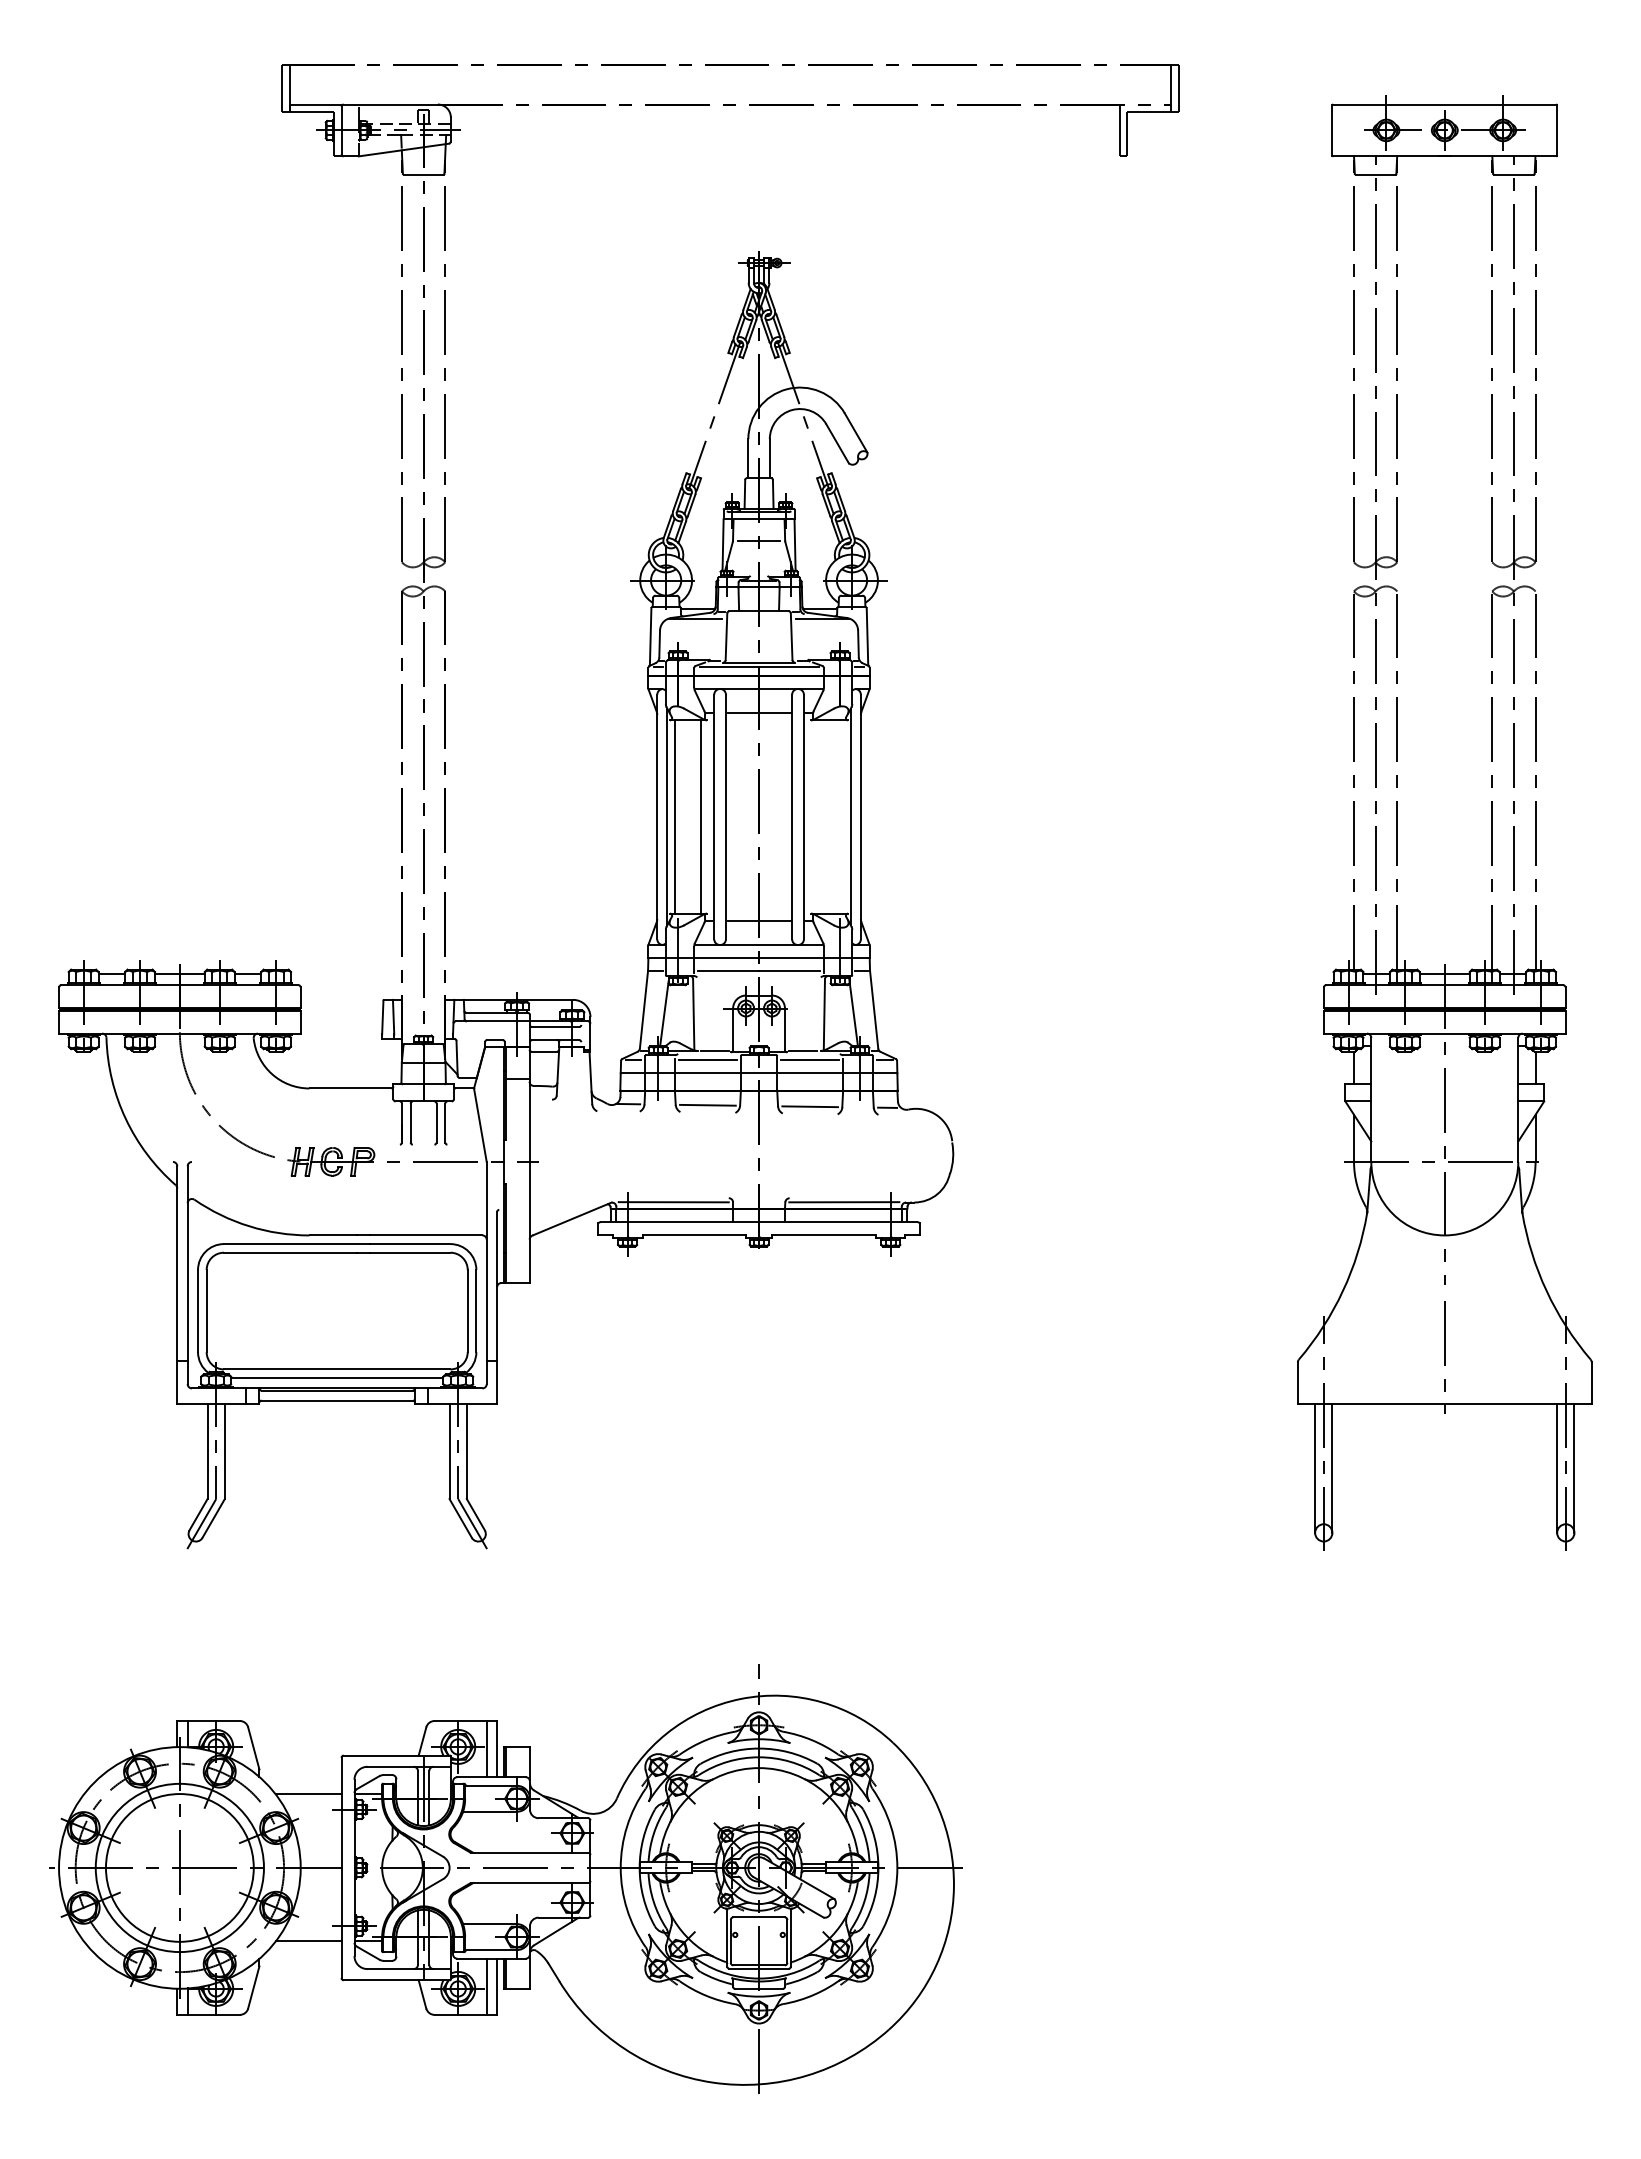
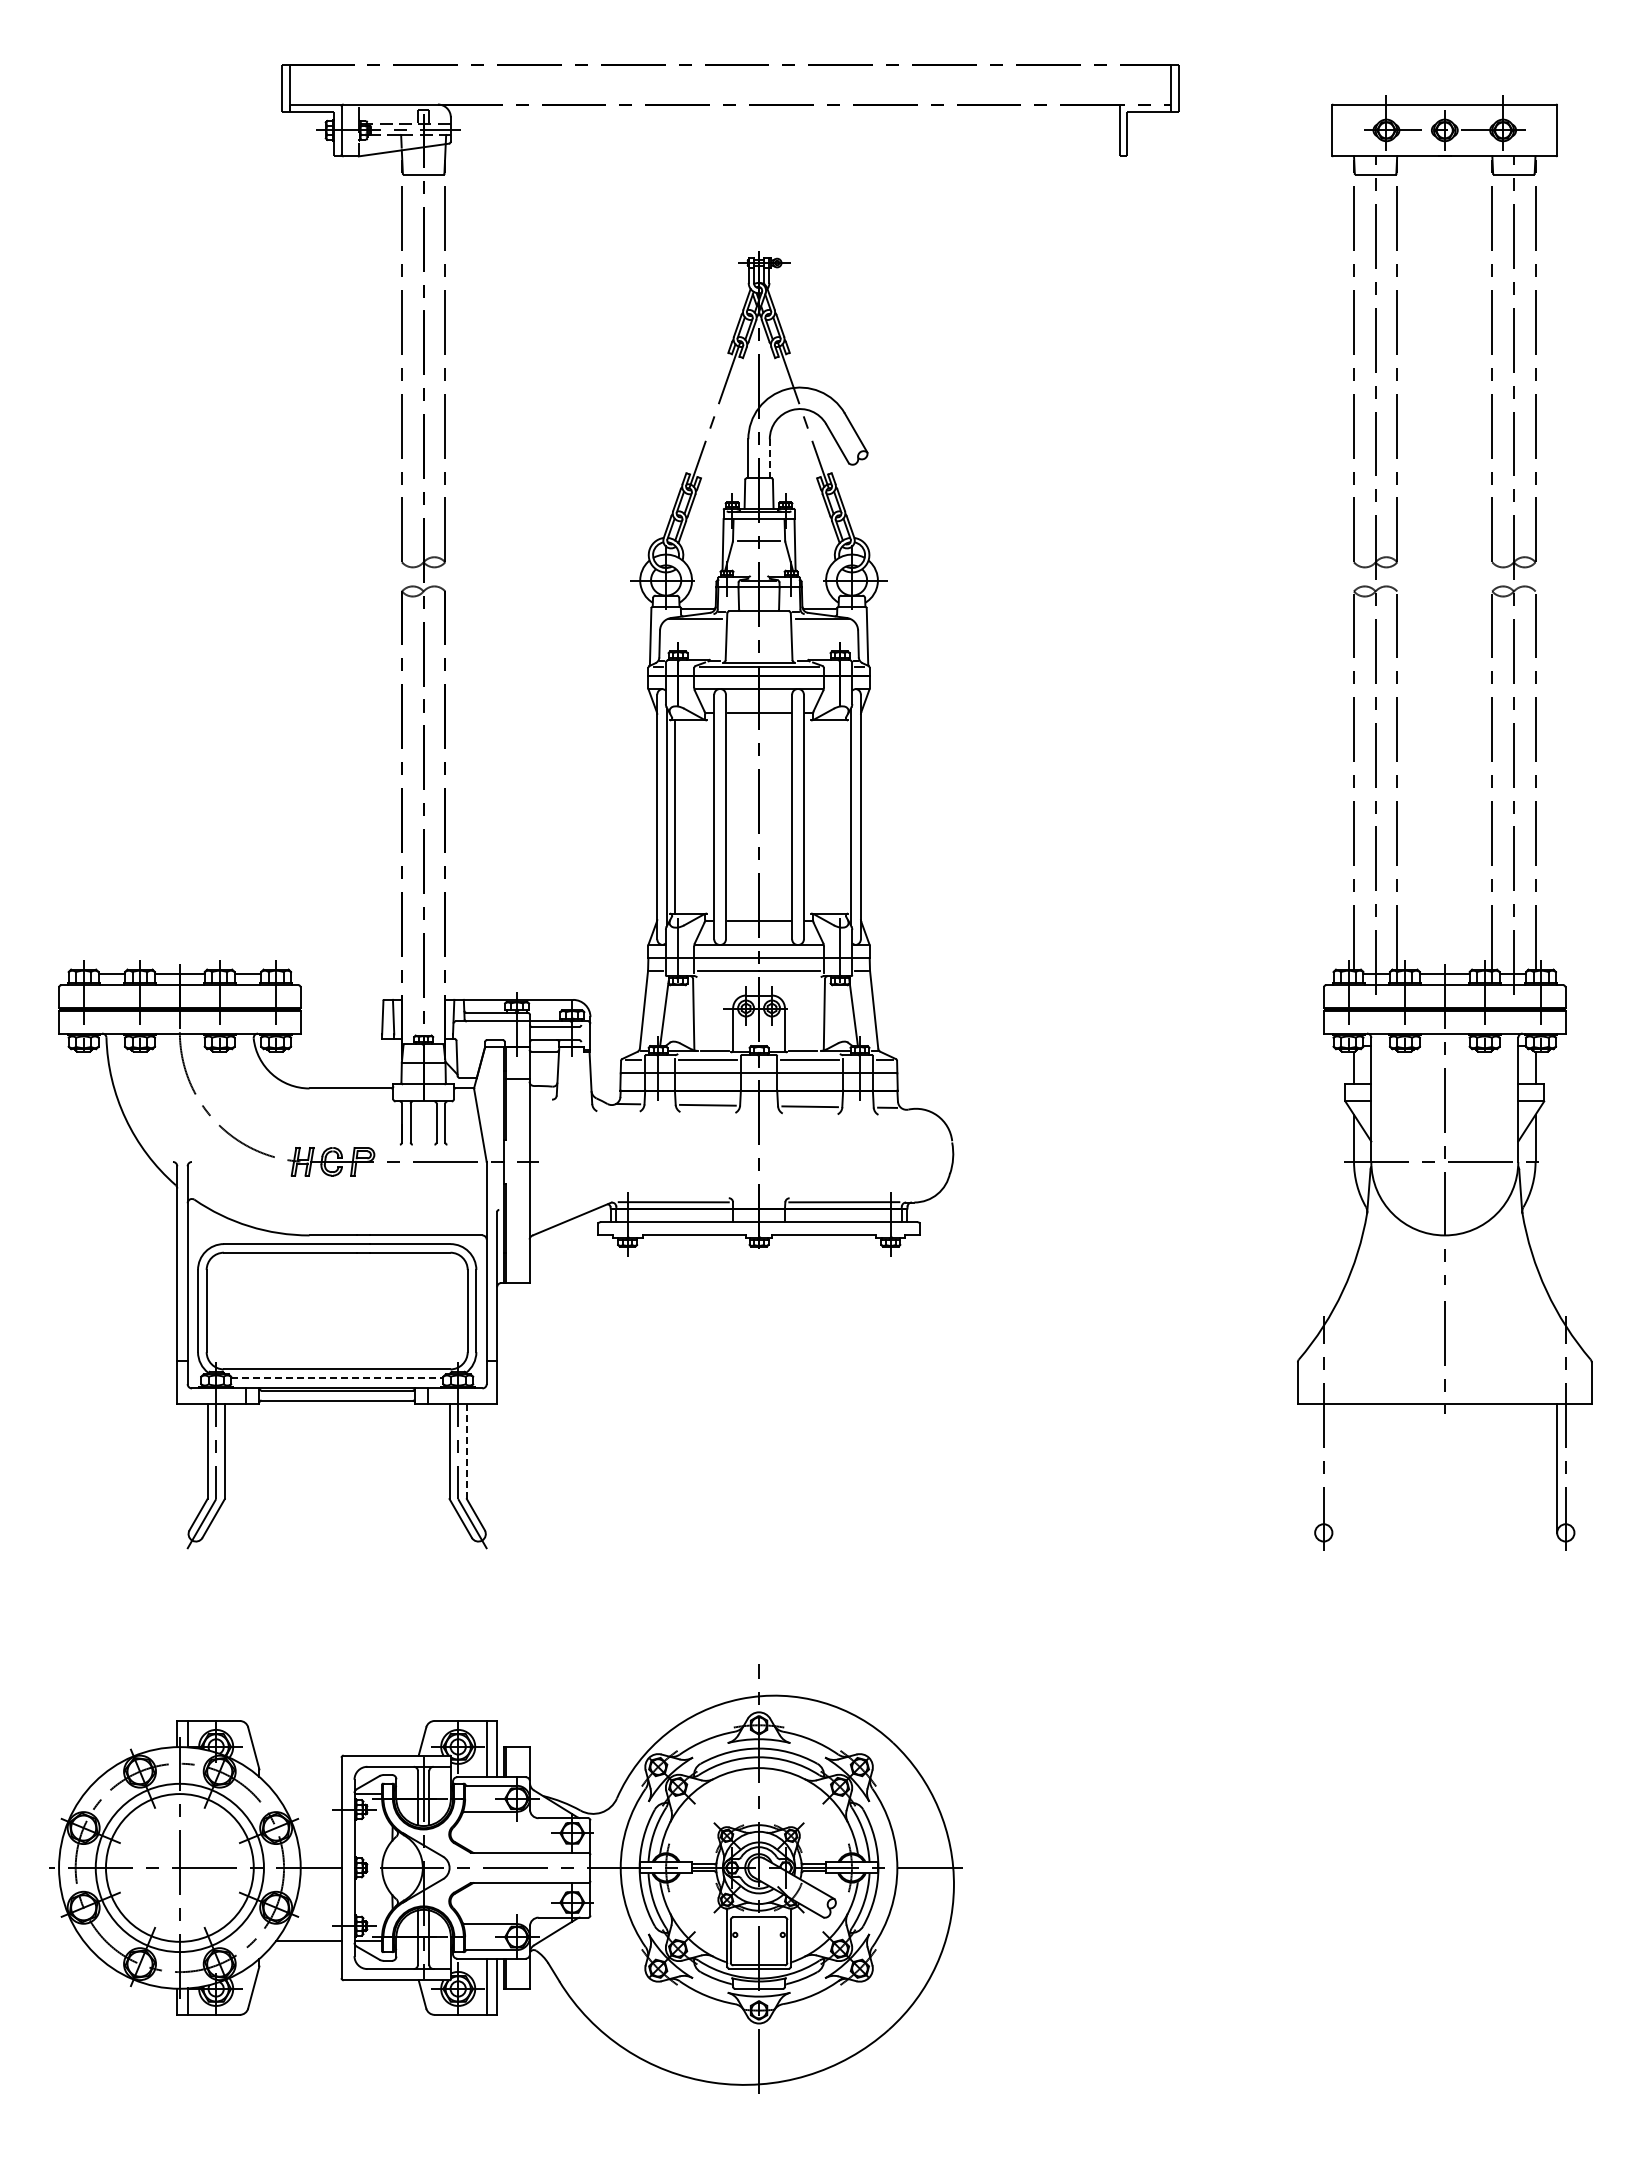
line at (769, 458): solid -> dashed
line at (700, 816): present -> none
line at (337, 1378): solid -> dashed
line at (466, 1451): solid -> dashed
line at (1315, 1468): present -> none
line at (1332, 1468): present -> none
line at (1574, 1468): present -> none
line at (308, 1794): present -> none
